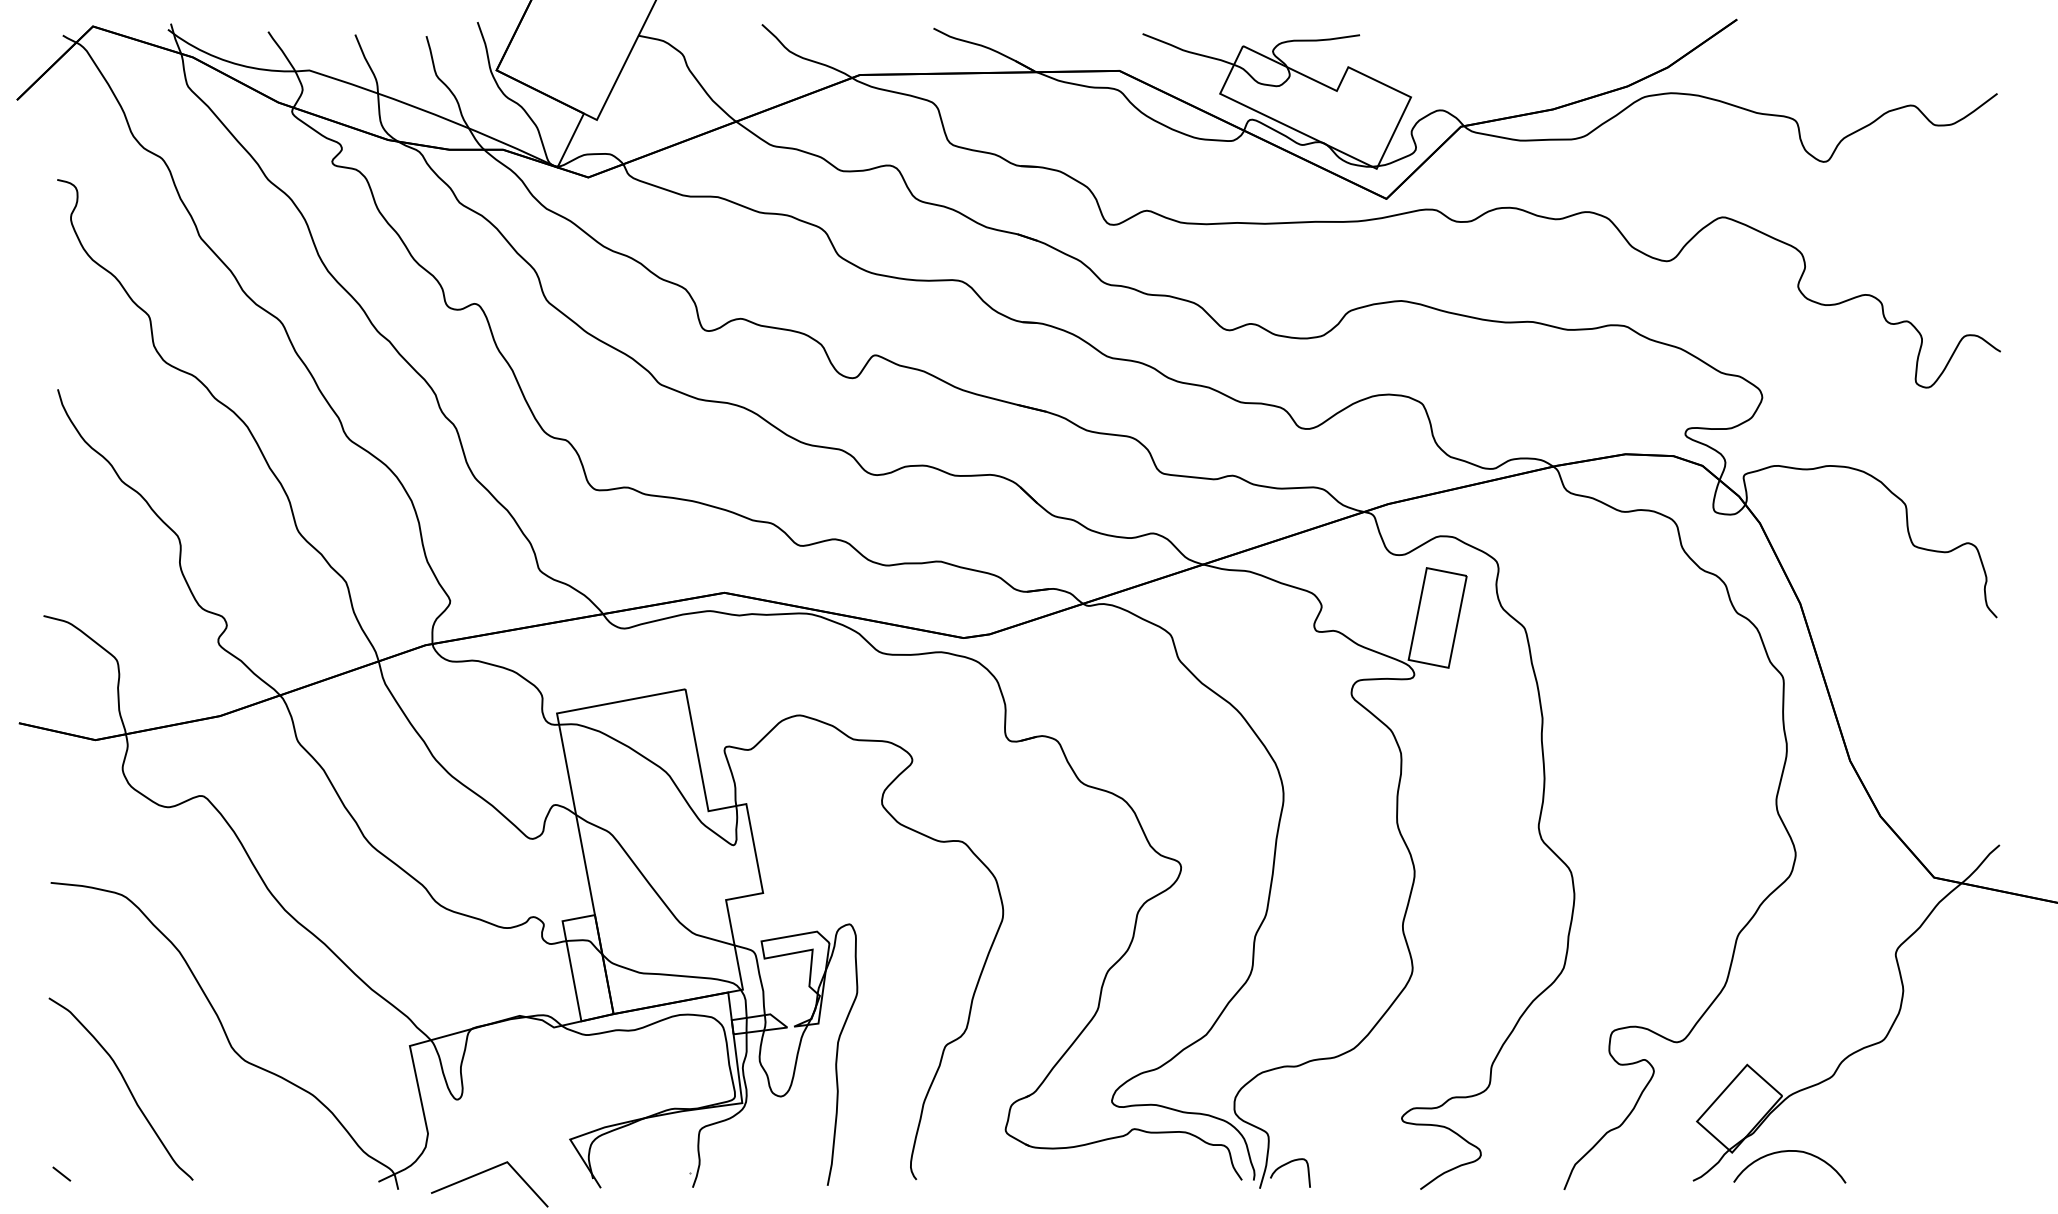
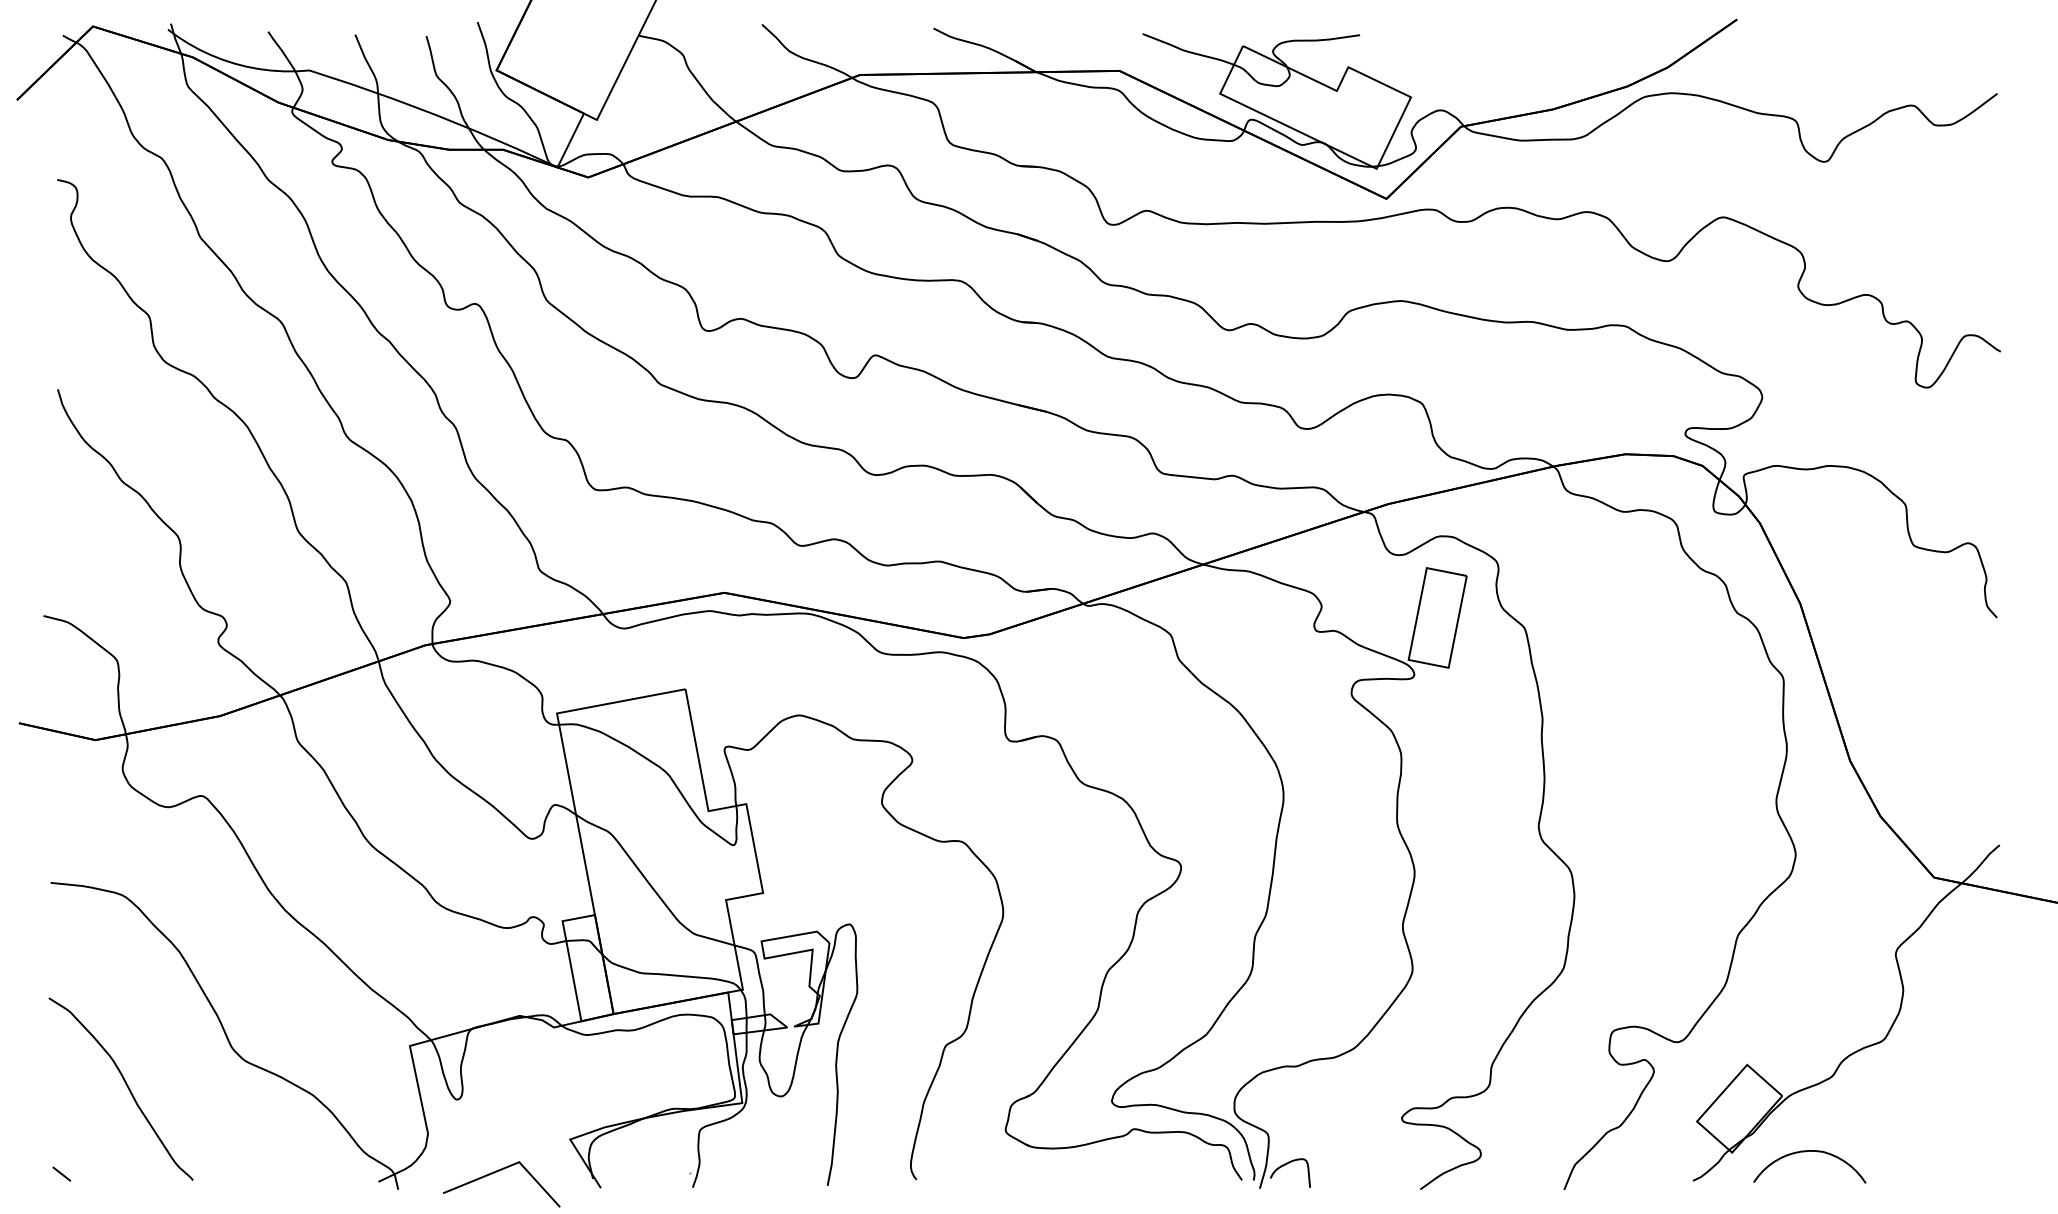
curve at (1785, 1152) position: (1785, 1152) -> (1805, 1152)
line at (485, 1172) position: (485, 1172) -> (497, 1172)
